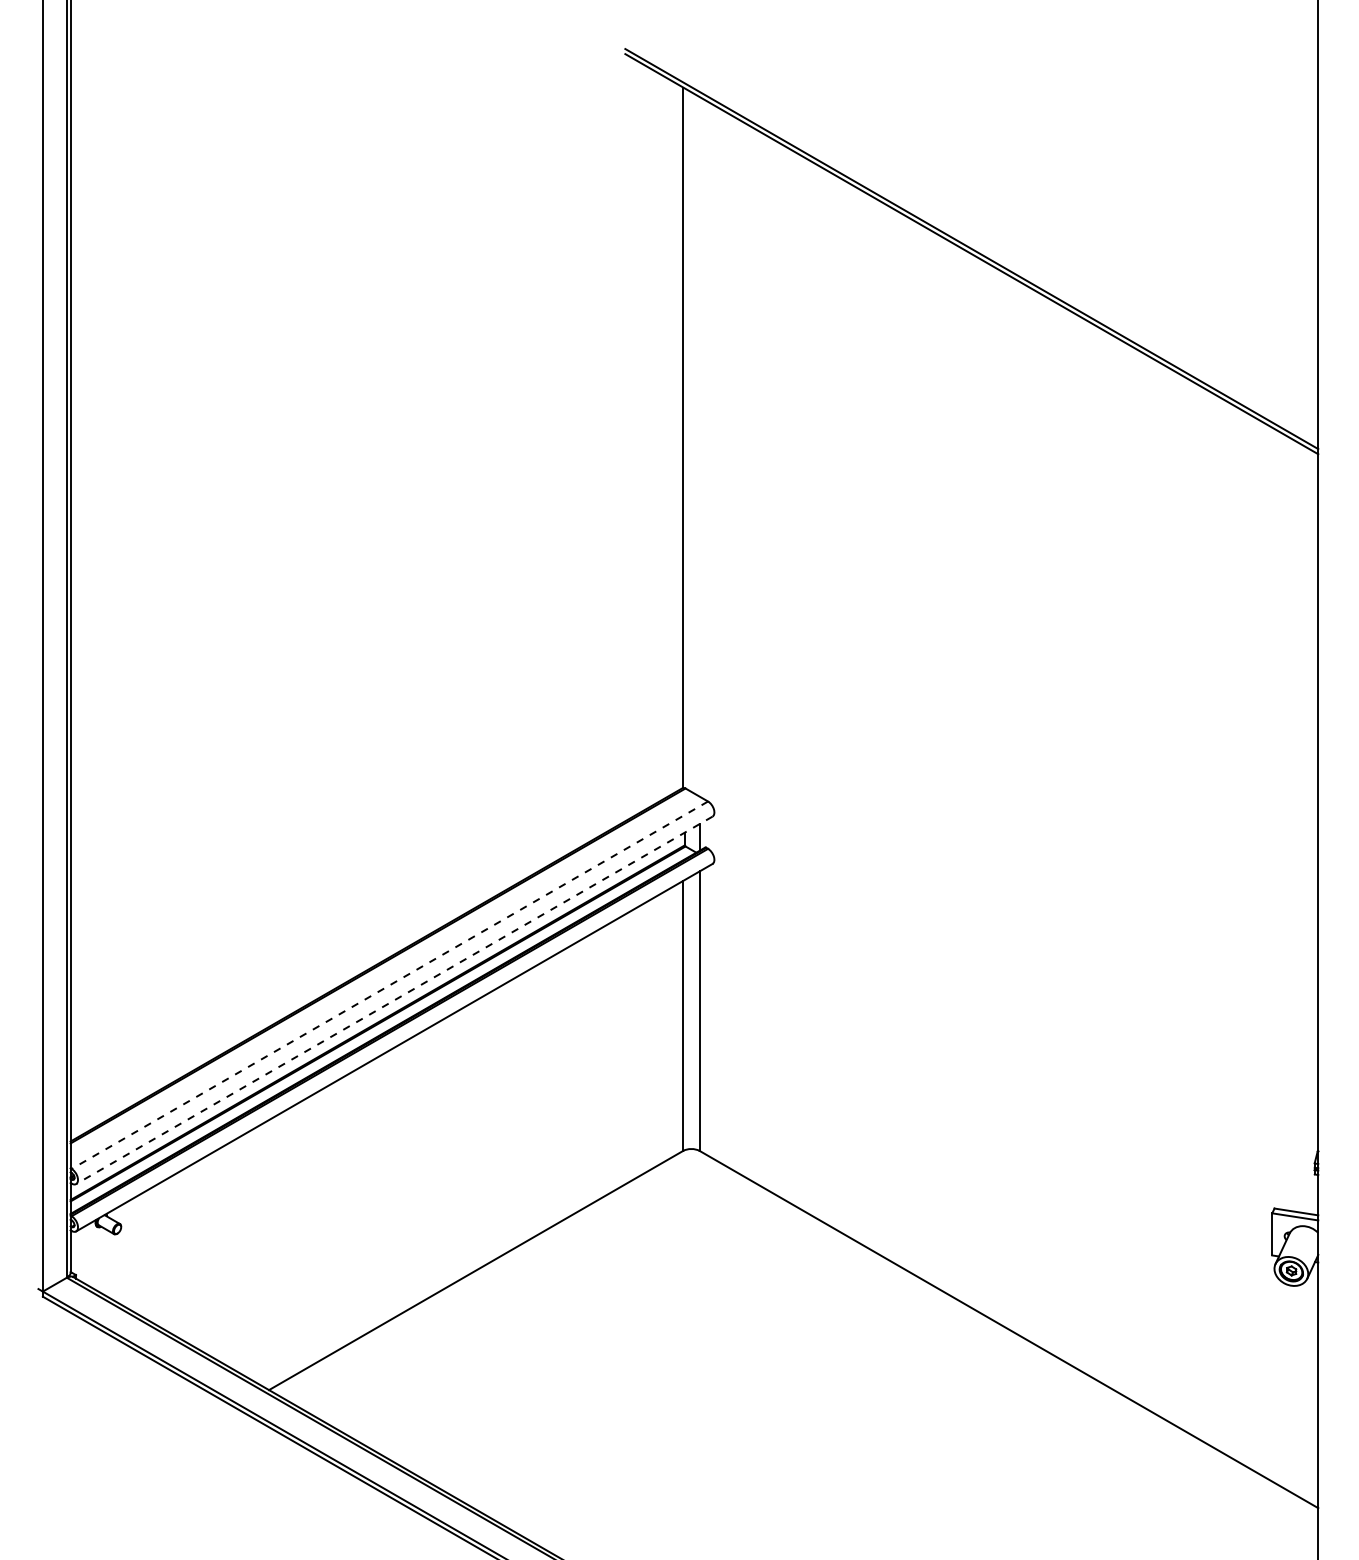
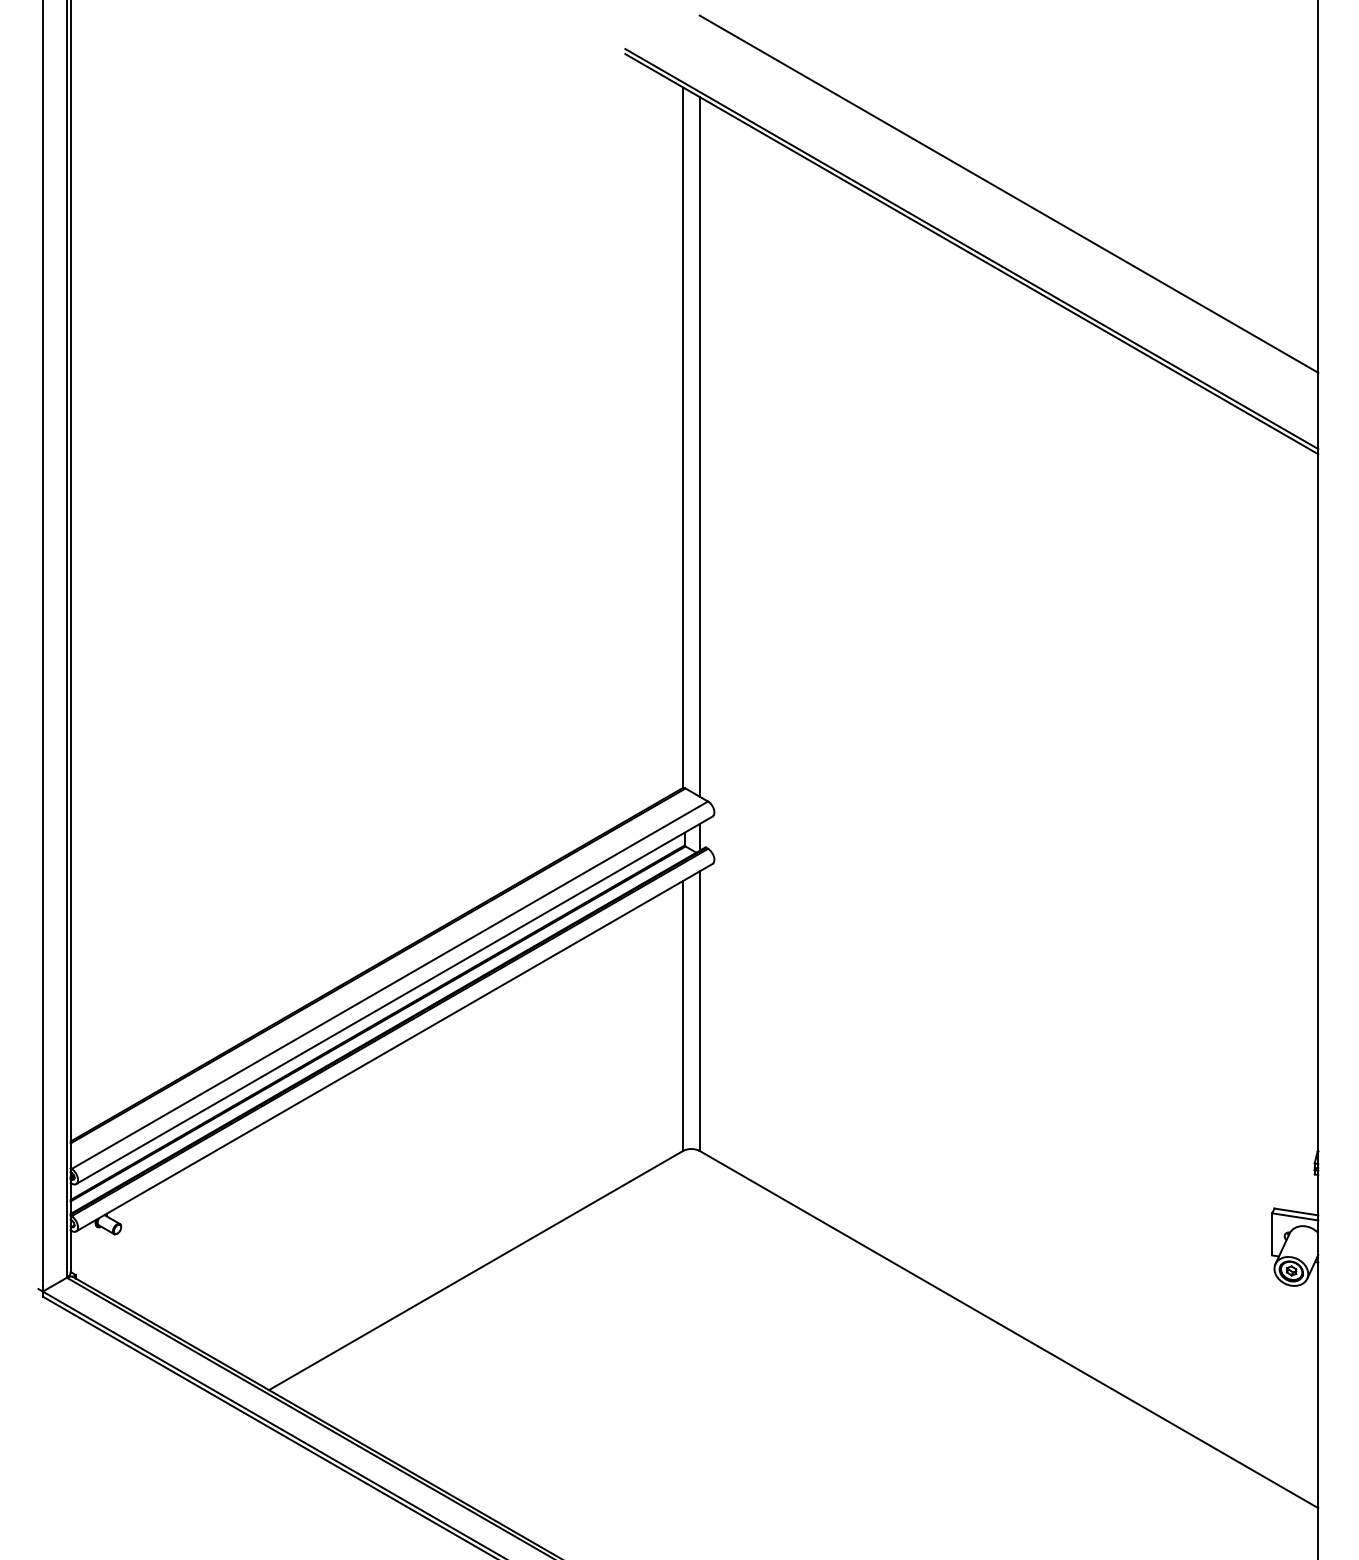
line at (1008, 193): none -> present
line at (699, 446): none -> present
line at (389, 985): dashed -> solid
line at (393, 1000): dashed -> solid
